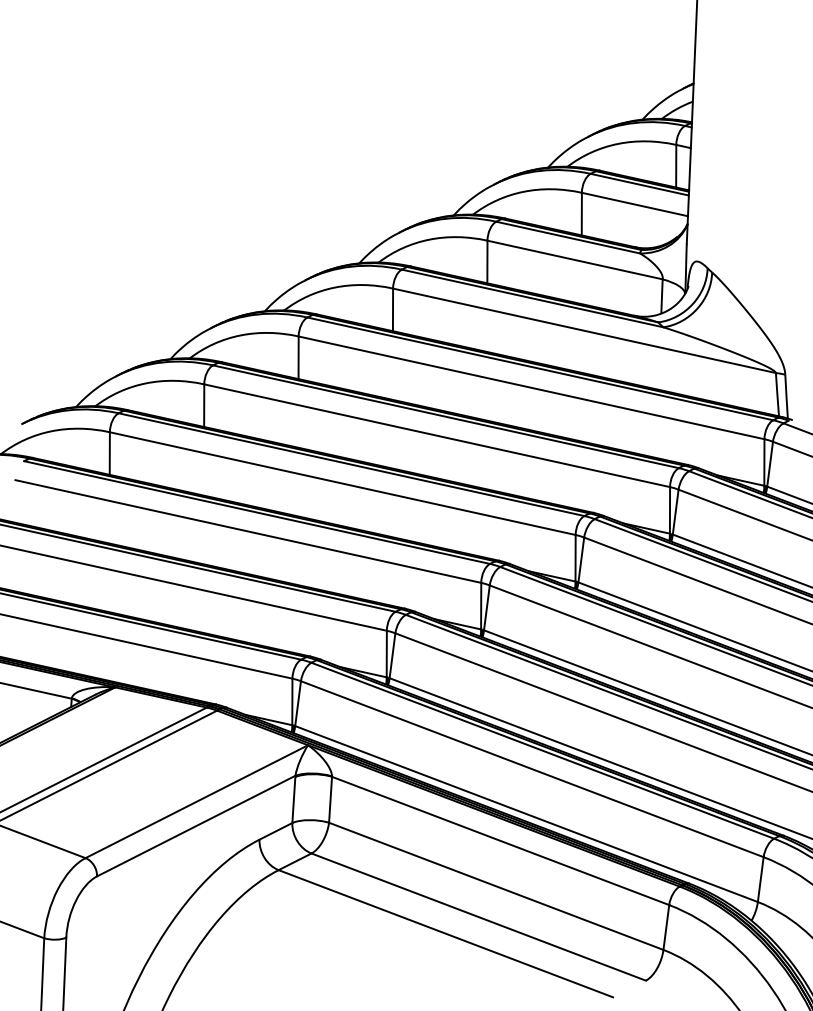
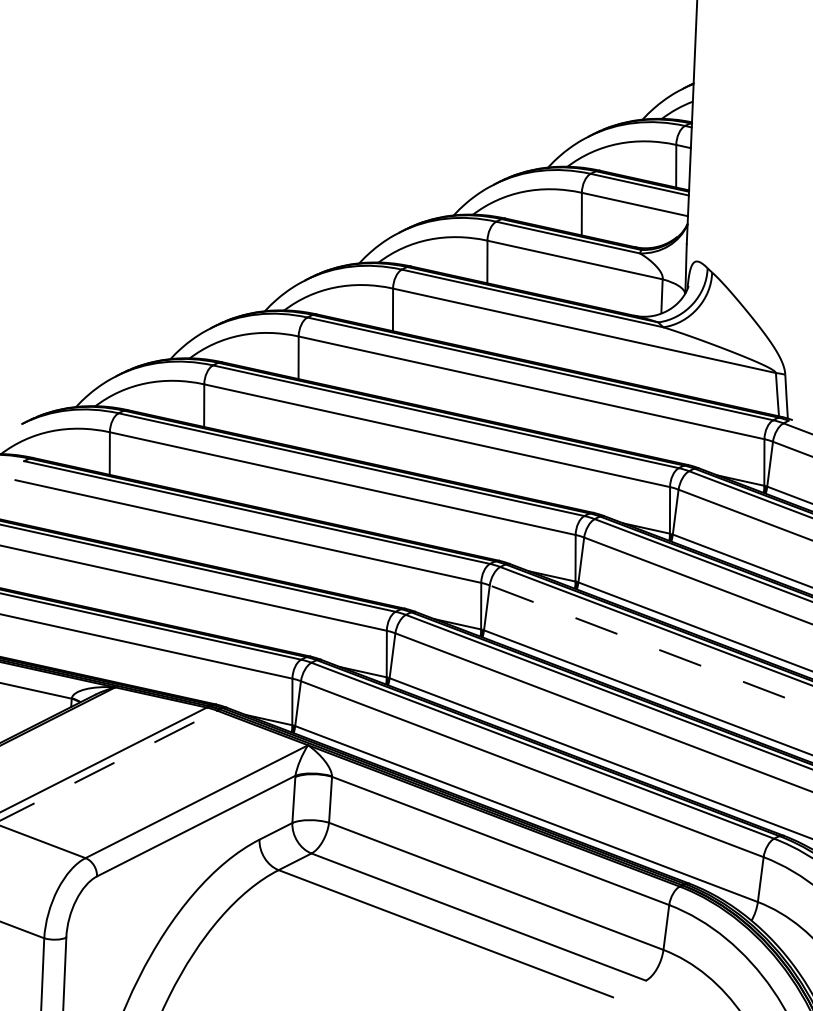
line at (650, 646): solid -> dashed
line at (109, 765): solid -> dashed
